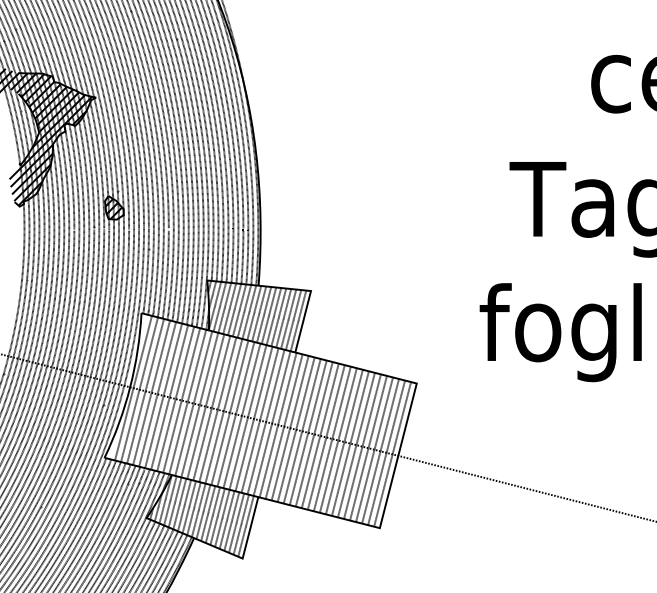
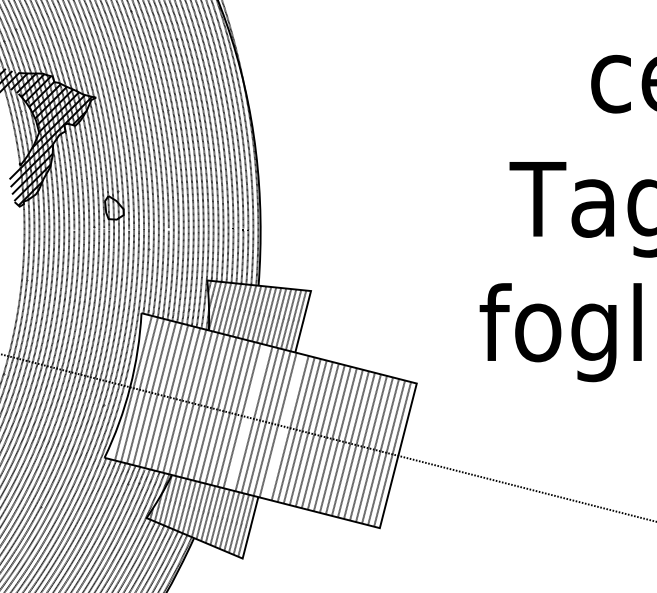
hatch at (114, 208): present -> none
line at (247, 417): present -> none
line at (283, 426): present -> none
